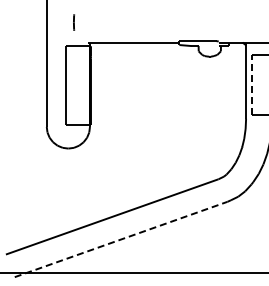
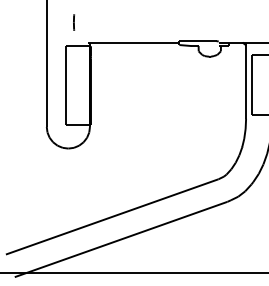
line at (251, 85): dashed -> solid
line at (121, 239): dashed -> solid
